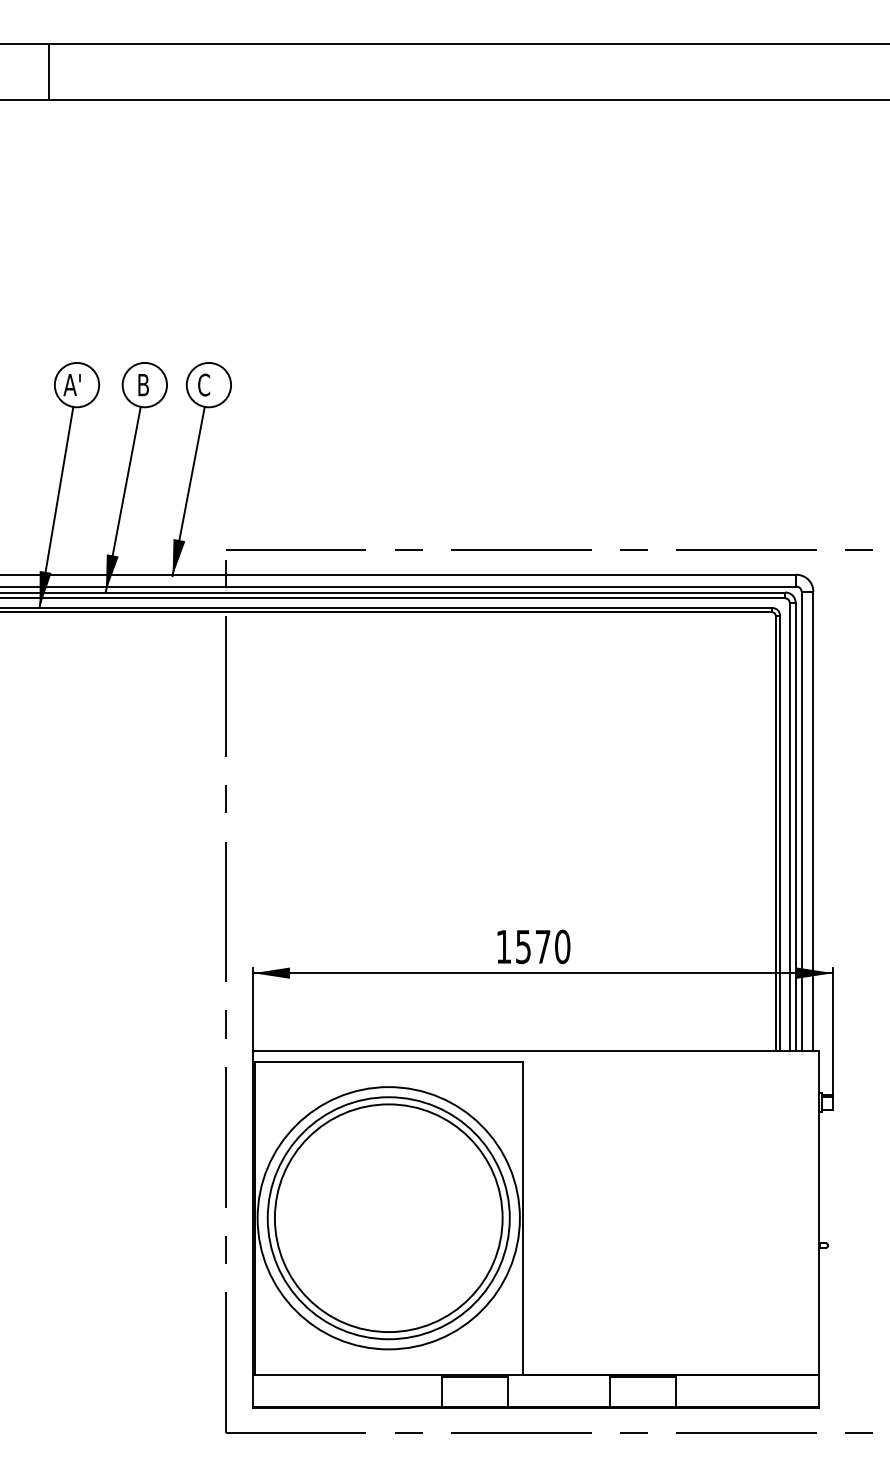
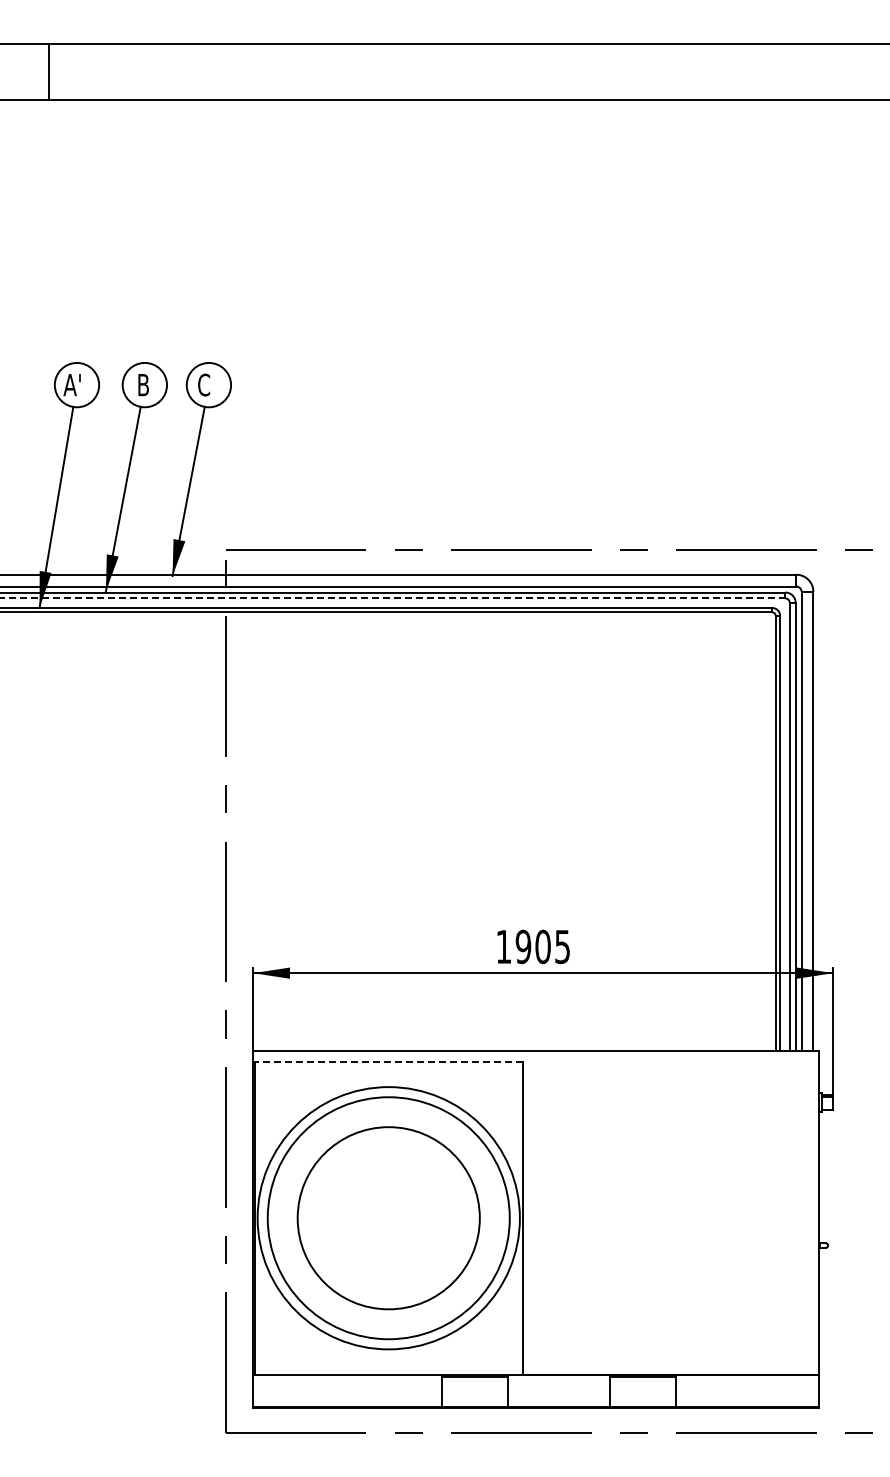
line at (393, 598): solid -> dashed
text at (542, 946): 1570 -> 1905
line at (388, 1061): solid -> dashed
circle at (388, 1218) diameter: 228 px -> 182 px
